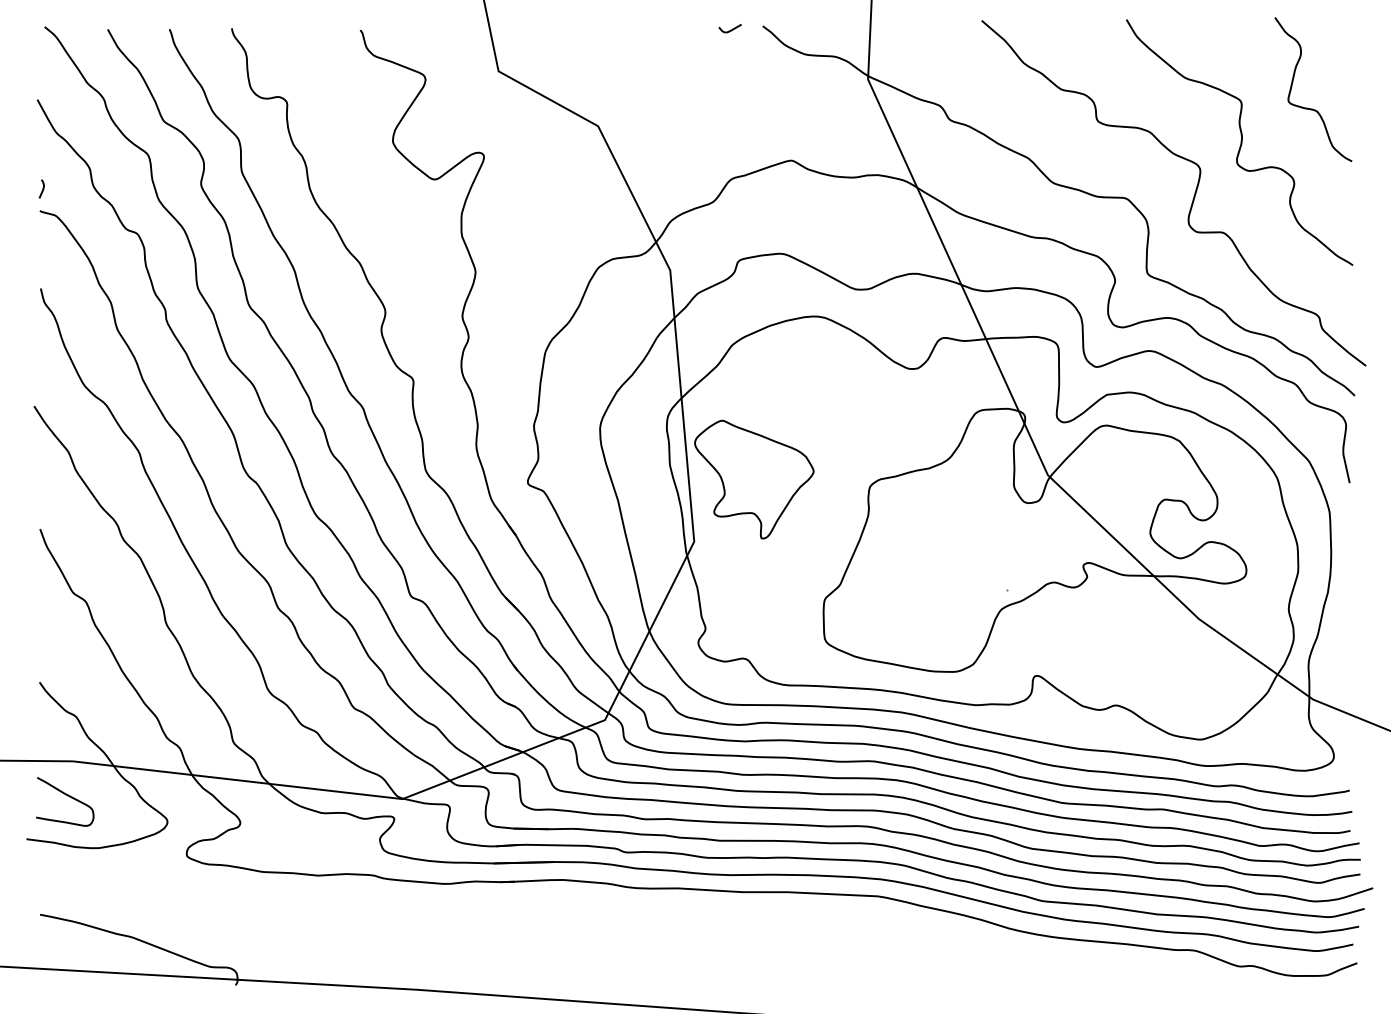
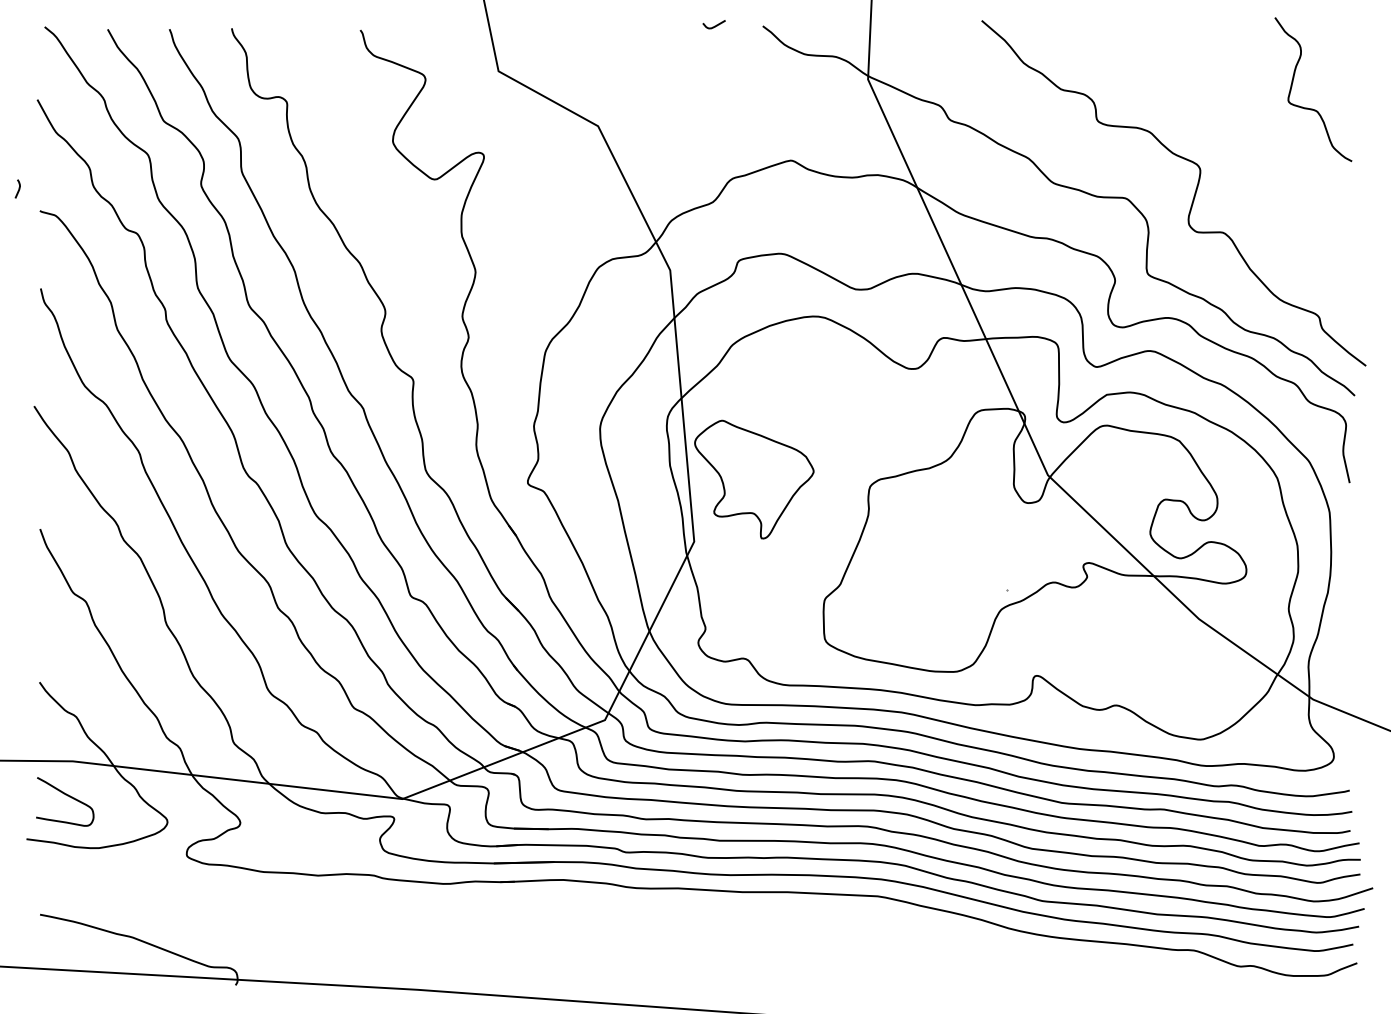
curve at (730, 29) position: (730, 29) -> (714, 25)
curve at (1240, 142): present -> none
curve at (42, 188) position: (42, 188) -> (18, 188)
